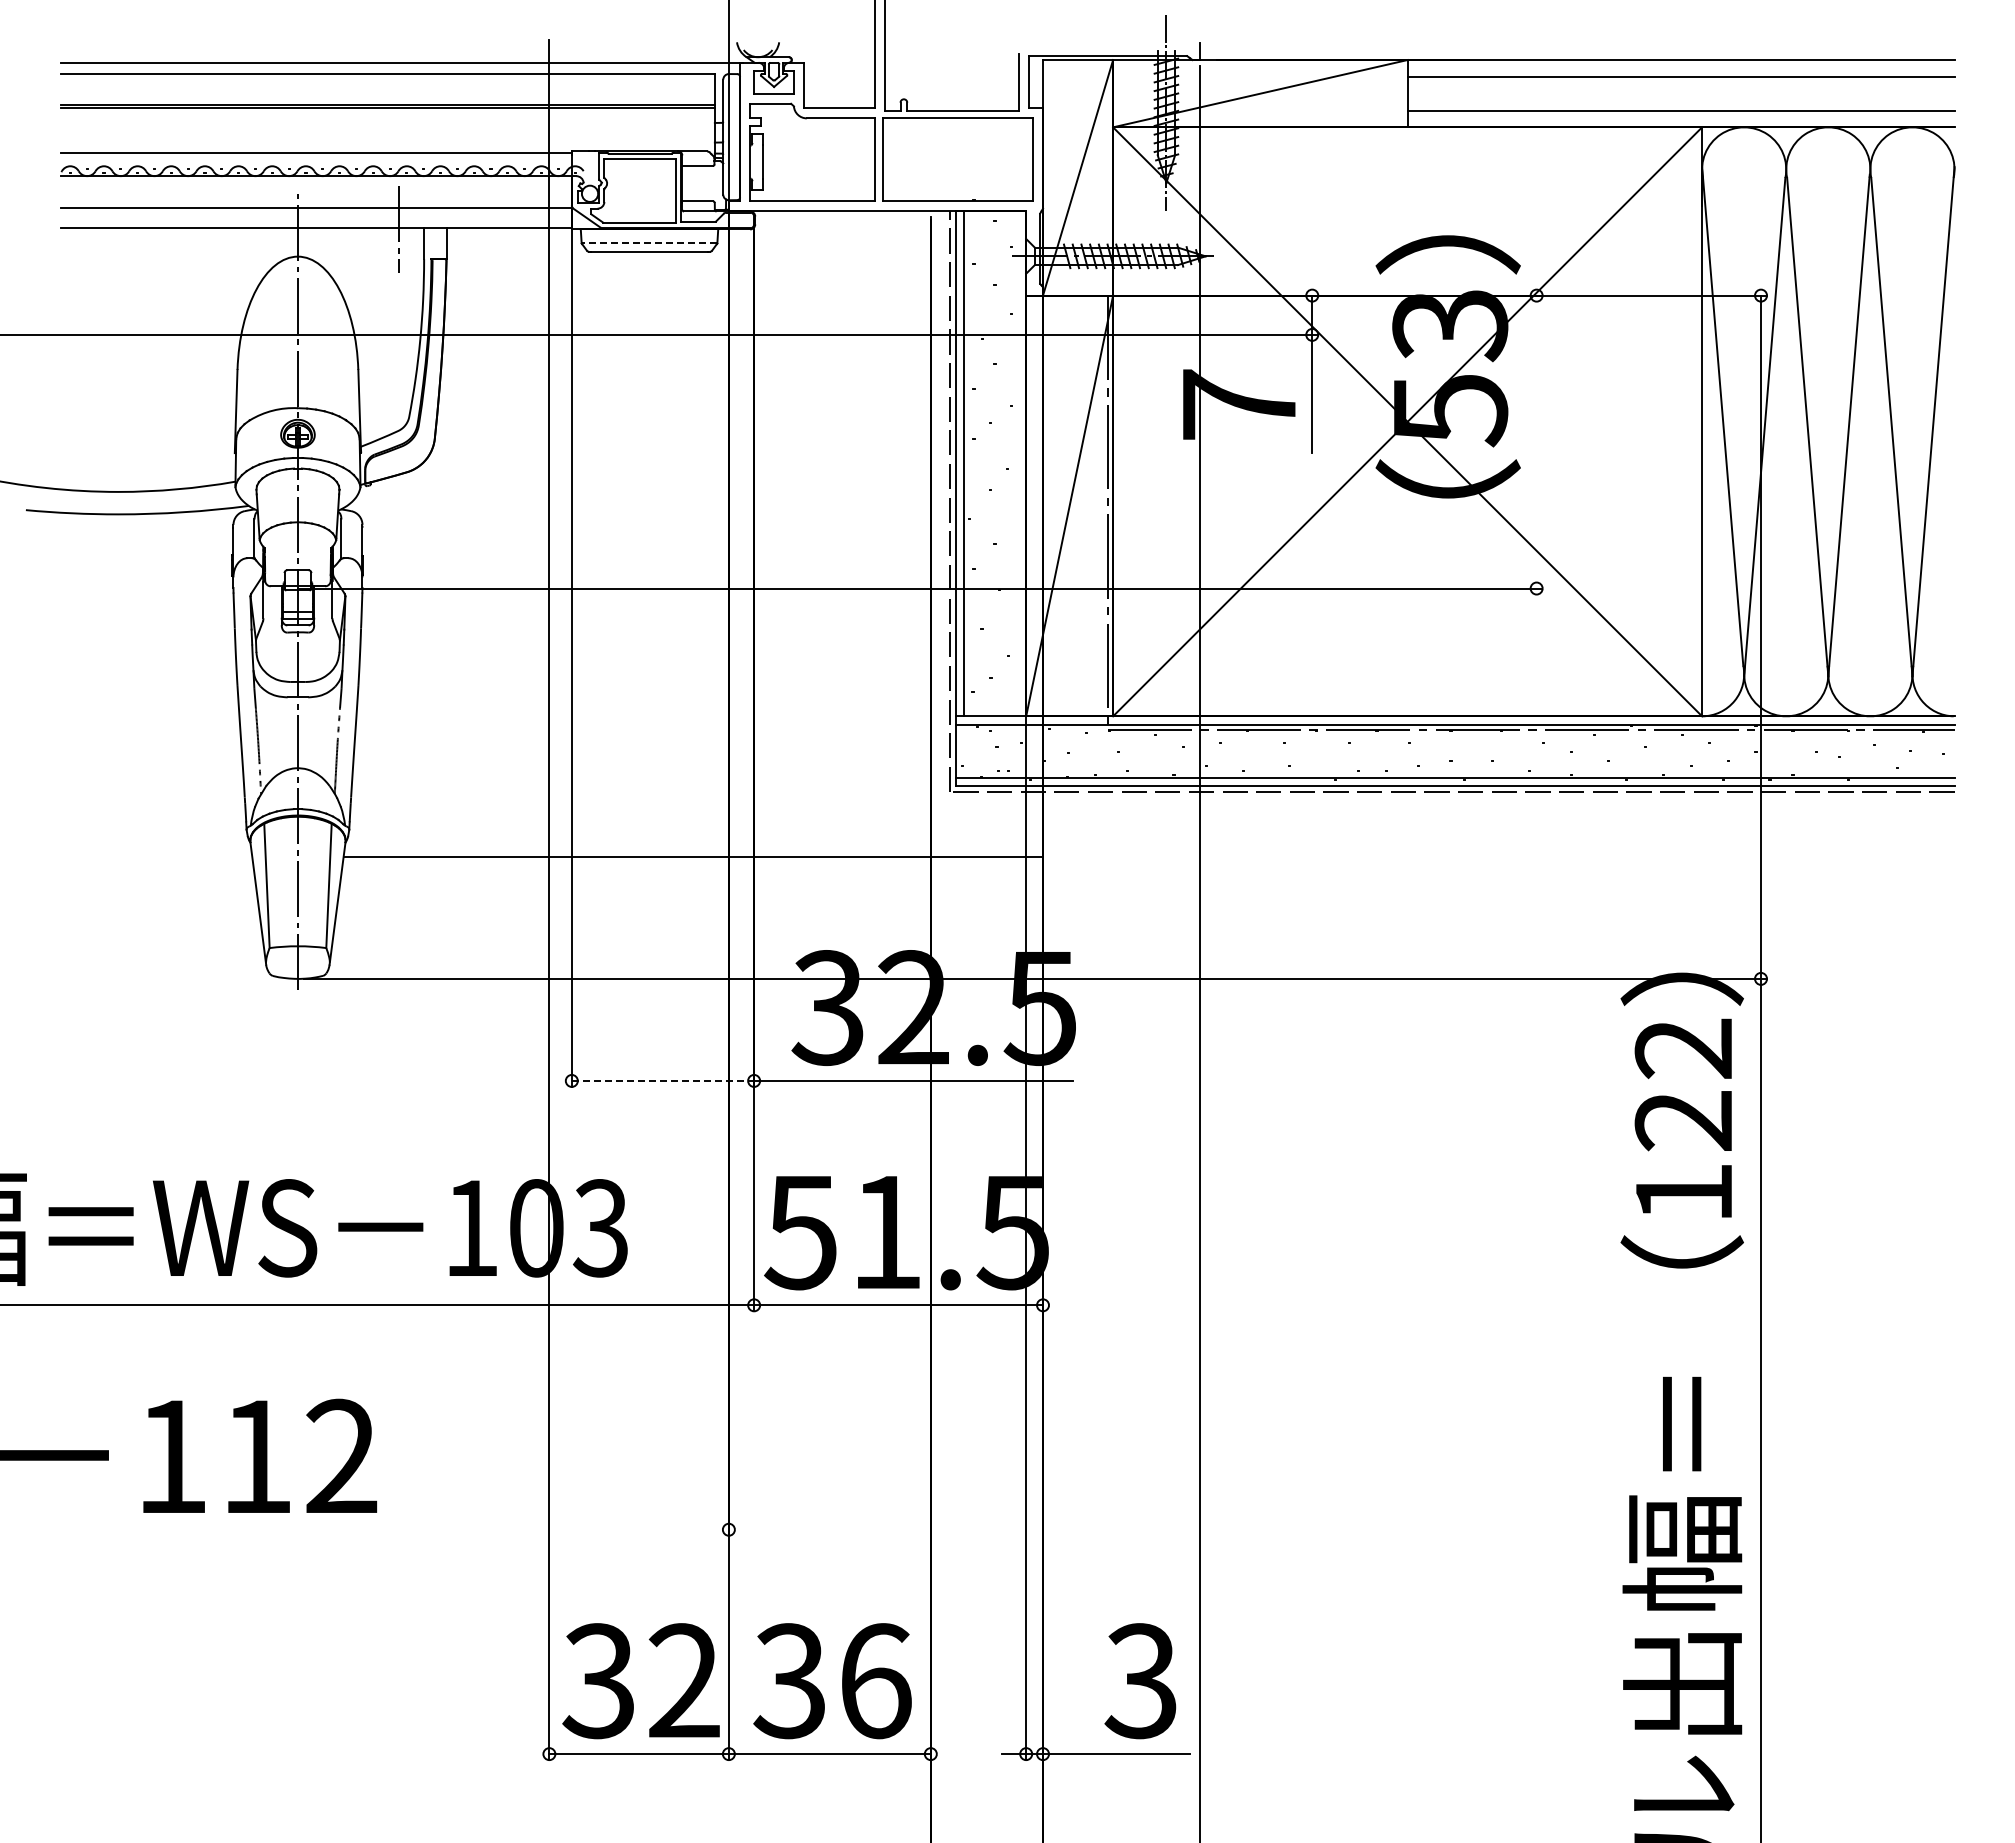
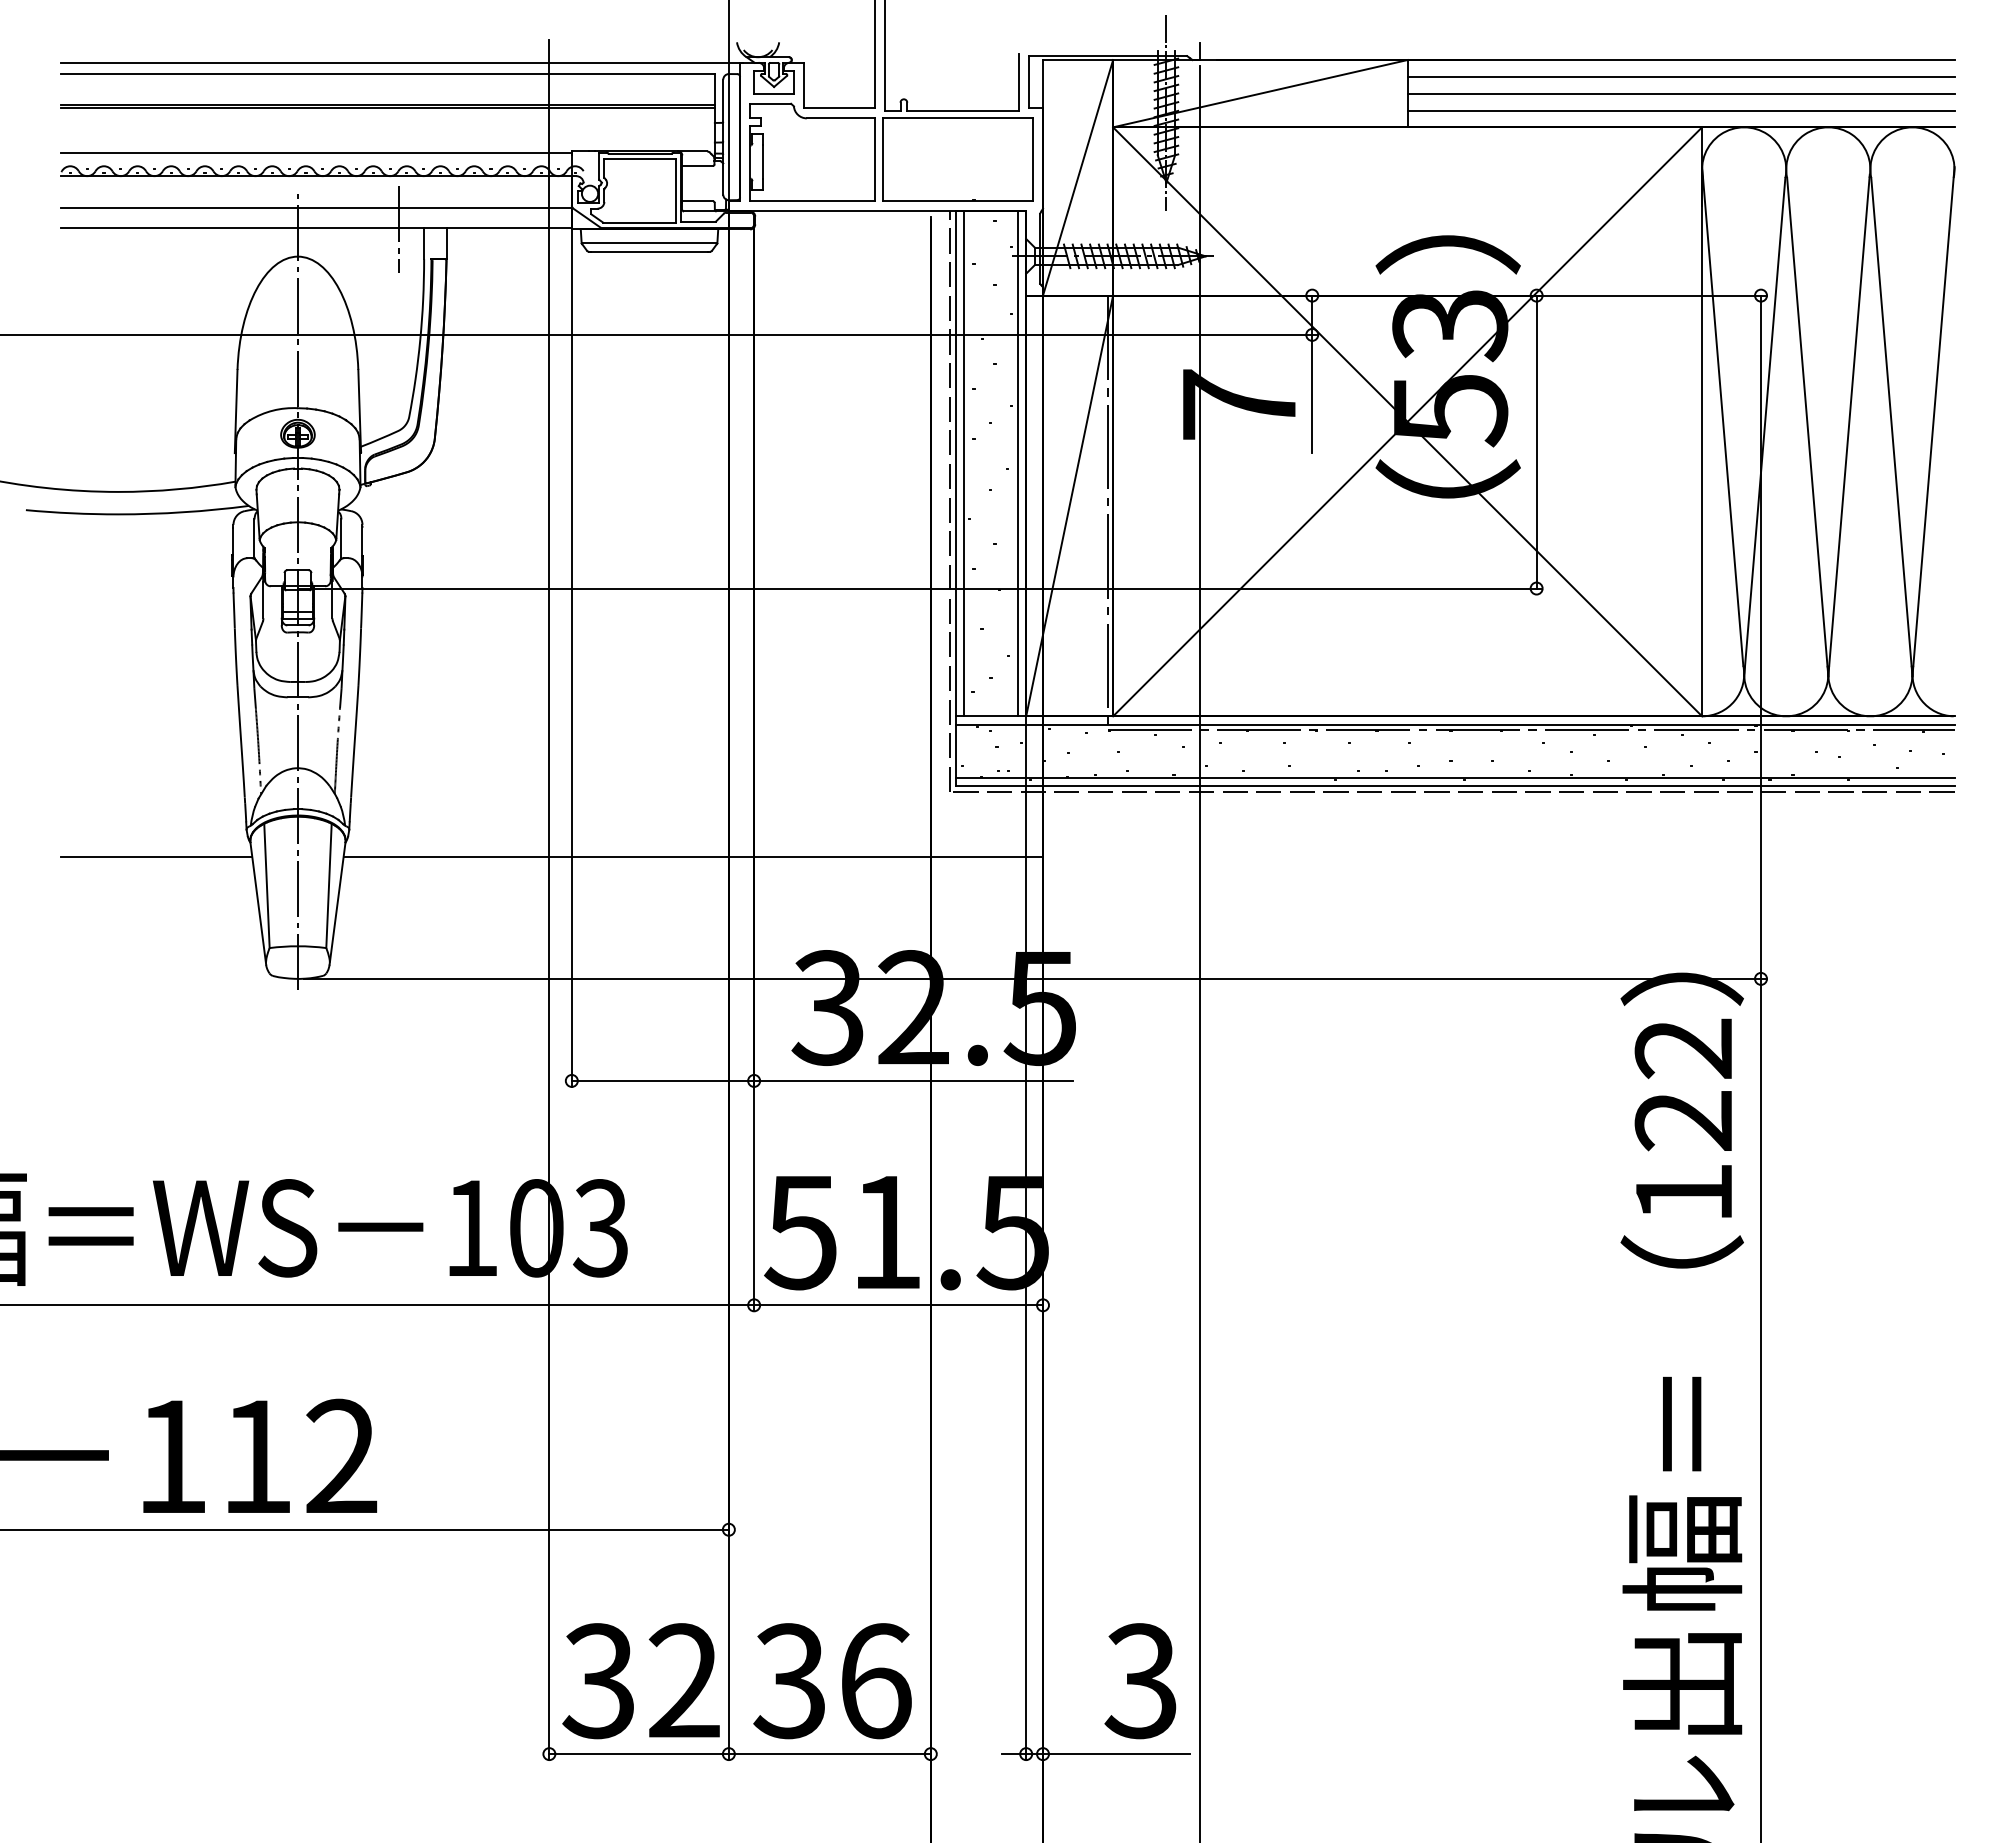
line at (1680, 93): none -> present
line at (649, 243): dashed -> solid
line at (1536, 441): none -> present
line at (1017, 463): none -> present
line at (156, 856): none -> present
line at (663, 1080): dashed -> solid
line at (365, 1529): none -> present
